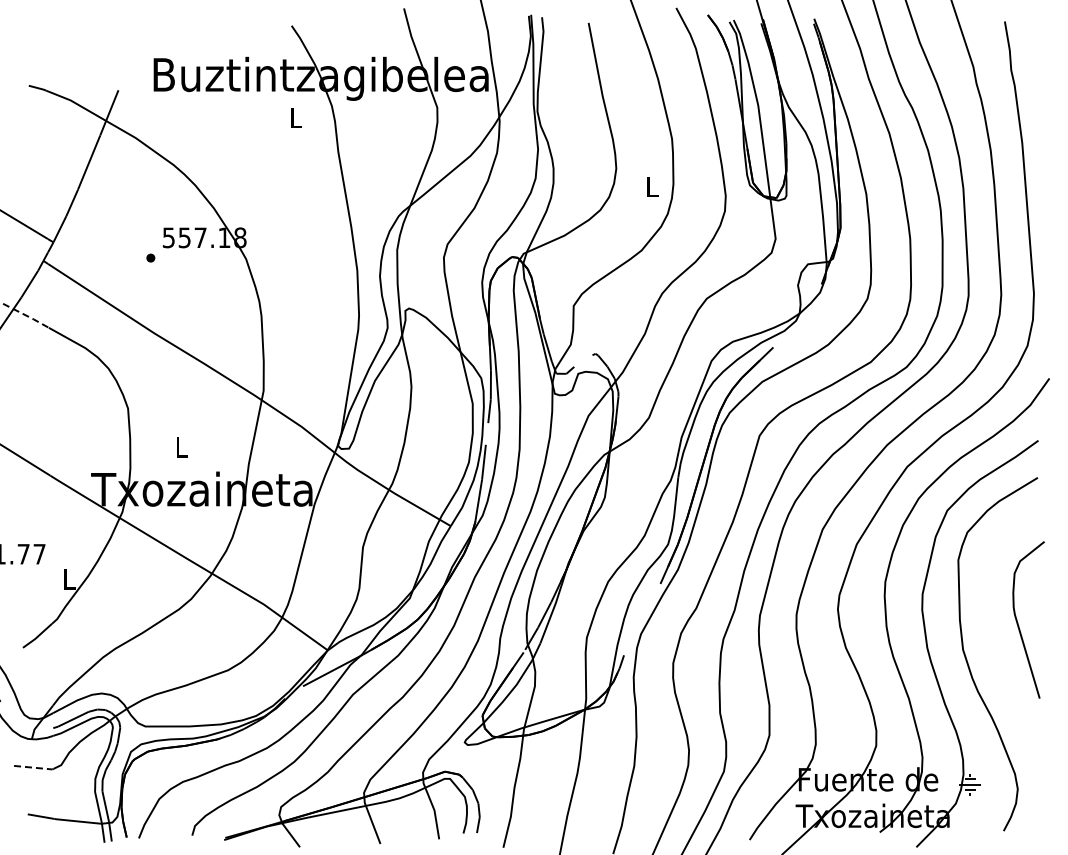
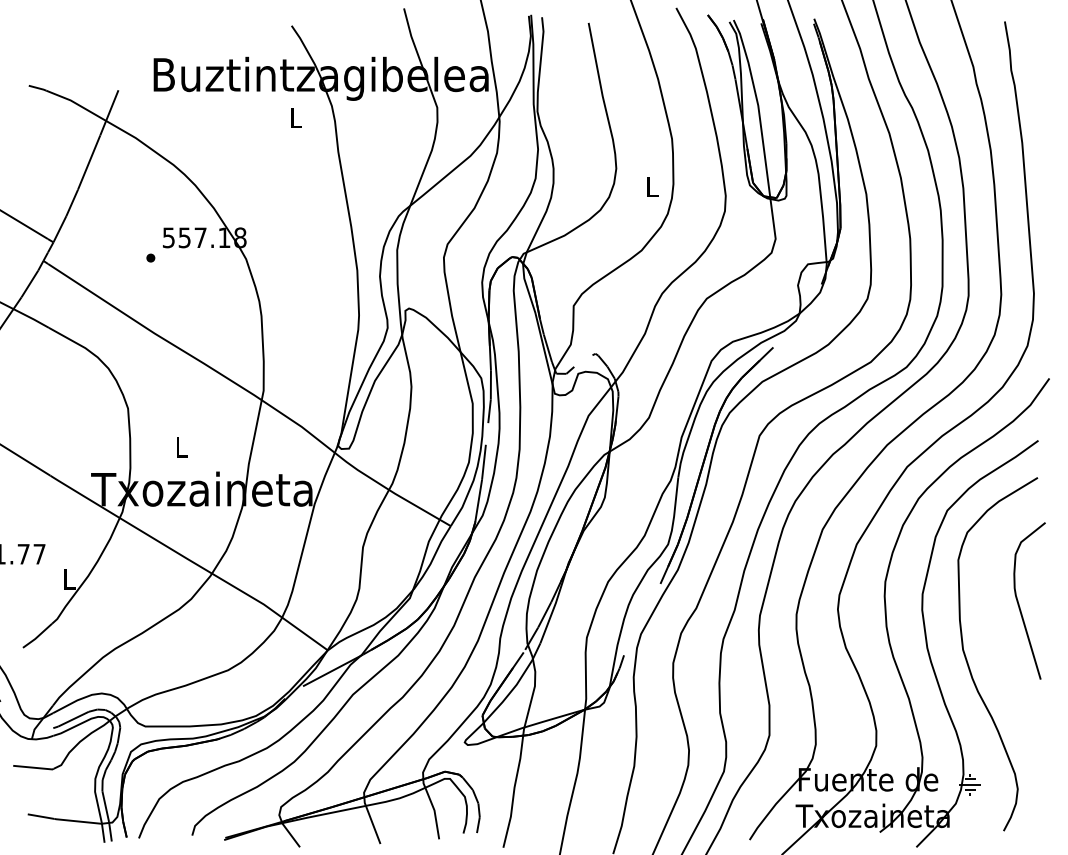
line at (25, 315): dashed -> solid
curve at (1018, 622) position: (1018, 622) -> (1019, 603)
line at (33, 767): dashed -> solid
